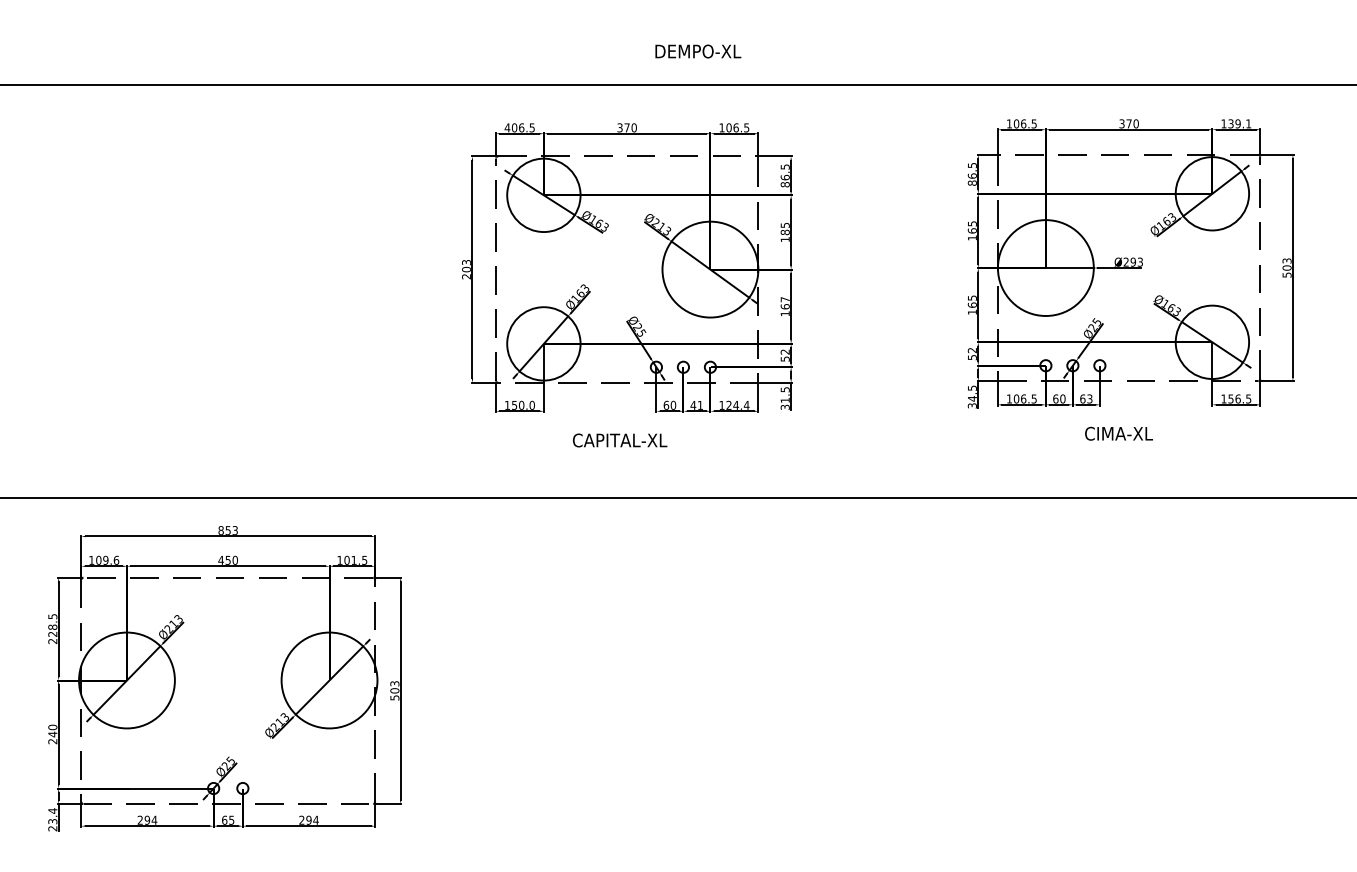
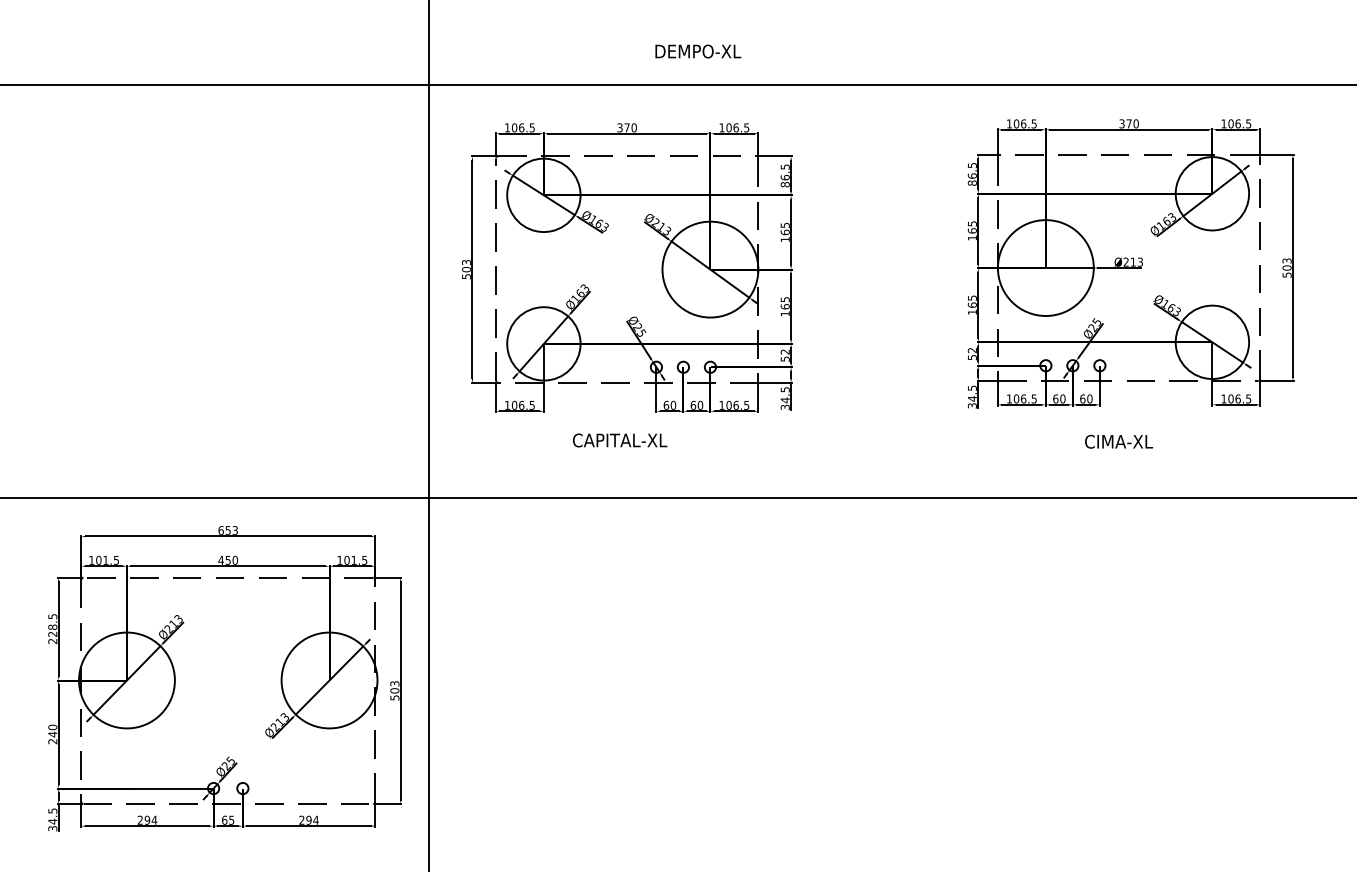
text at (1239, 123): 139.1 -> 106.5
text at (507, 127): 406.5 -> 106.5
text at (784, 232): 185 -> 165
text at (1132, 261): Ø293 -> Ø213
text at (466, 276): 203 -> 503
text at (784, 299): 167 -> 165
text at (1089, 398): 63 -> 60
text at (1230, 398): 156.5 -> 106.5
text at (784, 400): 31.5 -> 34.5
text at (522, 404): 150.0 -> 106.5
text at (696, 404): 41 -> 60
text at (737, 404): 124.4 -> 106.5
text at (1118, 433) position: (1118, 433) -> (1118, 441)
line at (429, 435): none -> present
text at (220, 530): 853 -> 653
text at (111, 559): 109.6 -> 101.5
text at (52, 819): 23.4 -> 34.5
